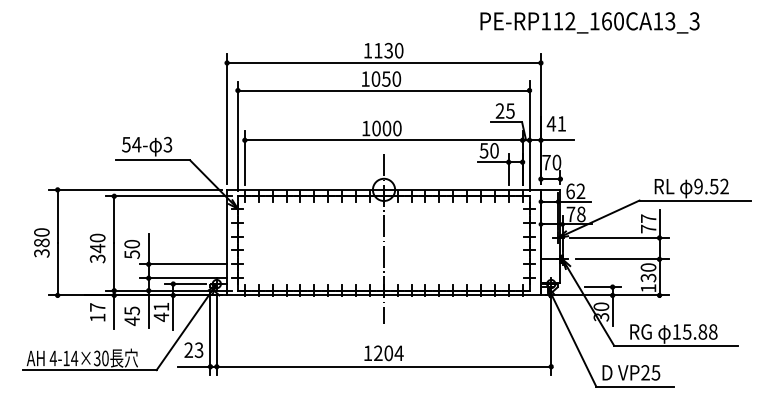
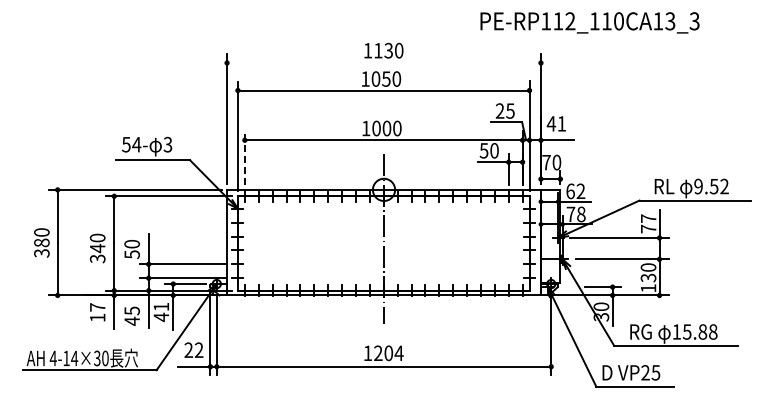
text at (606, 21): PE-RP112_160CA13_3 -> PE-RP112_110CA13_3
line at (383, 63): present -> none
line at (244, 158): solid -> dashed
text at (198, 350): 23 -> 22
